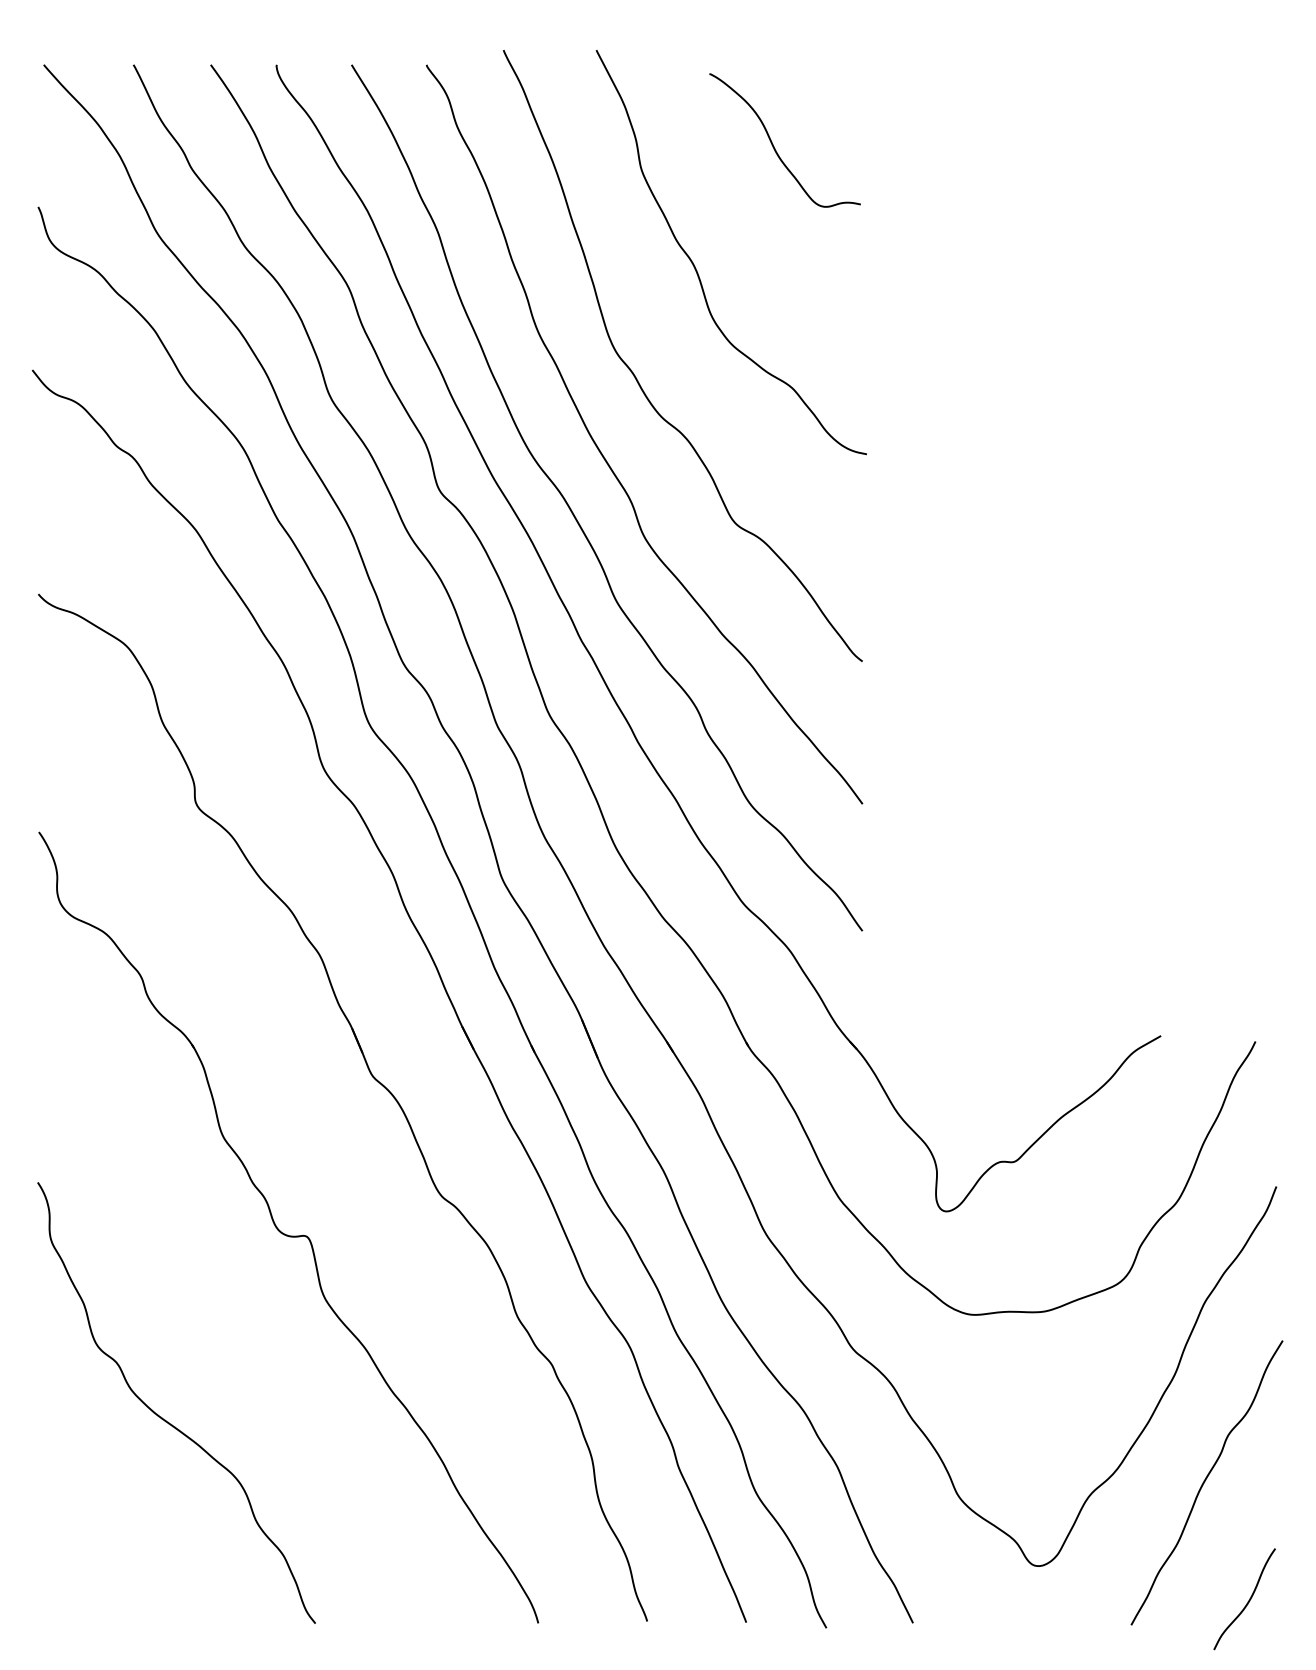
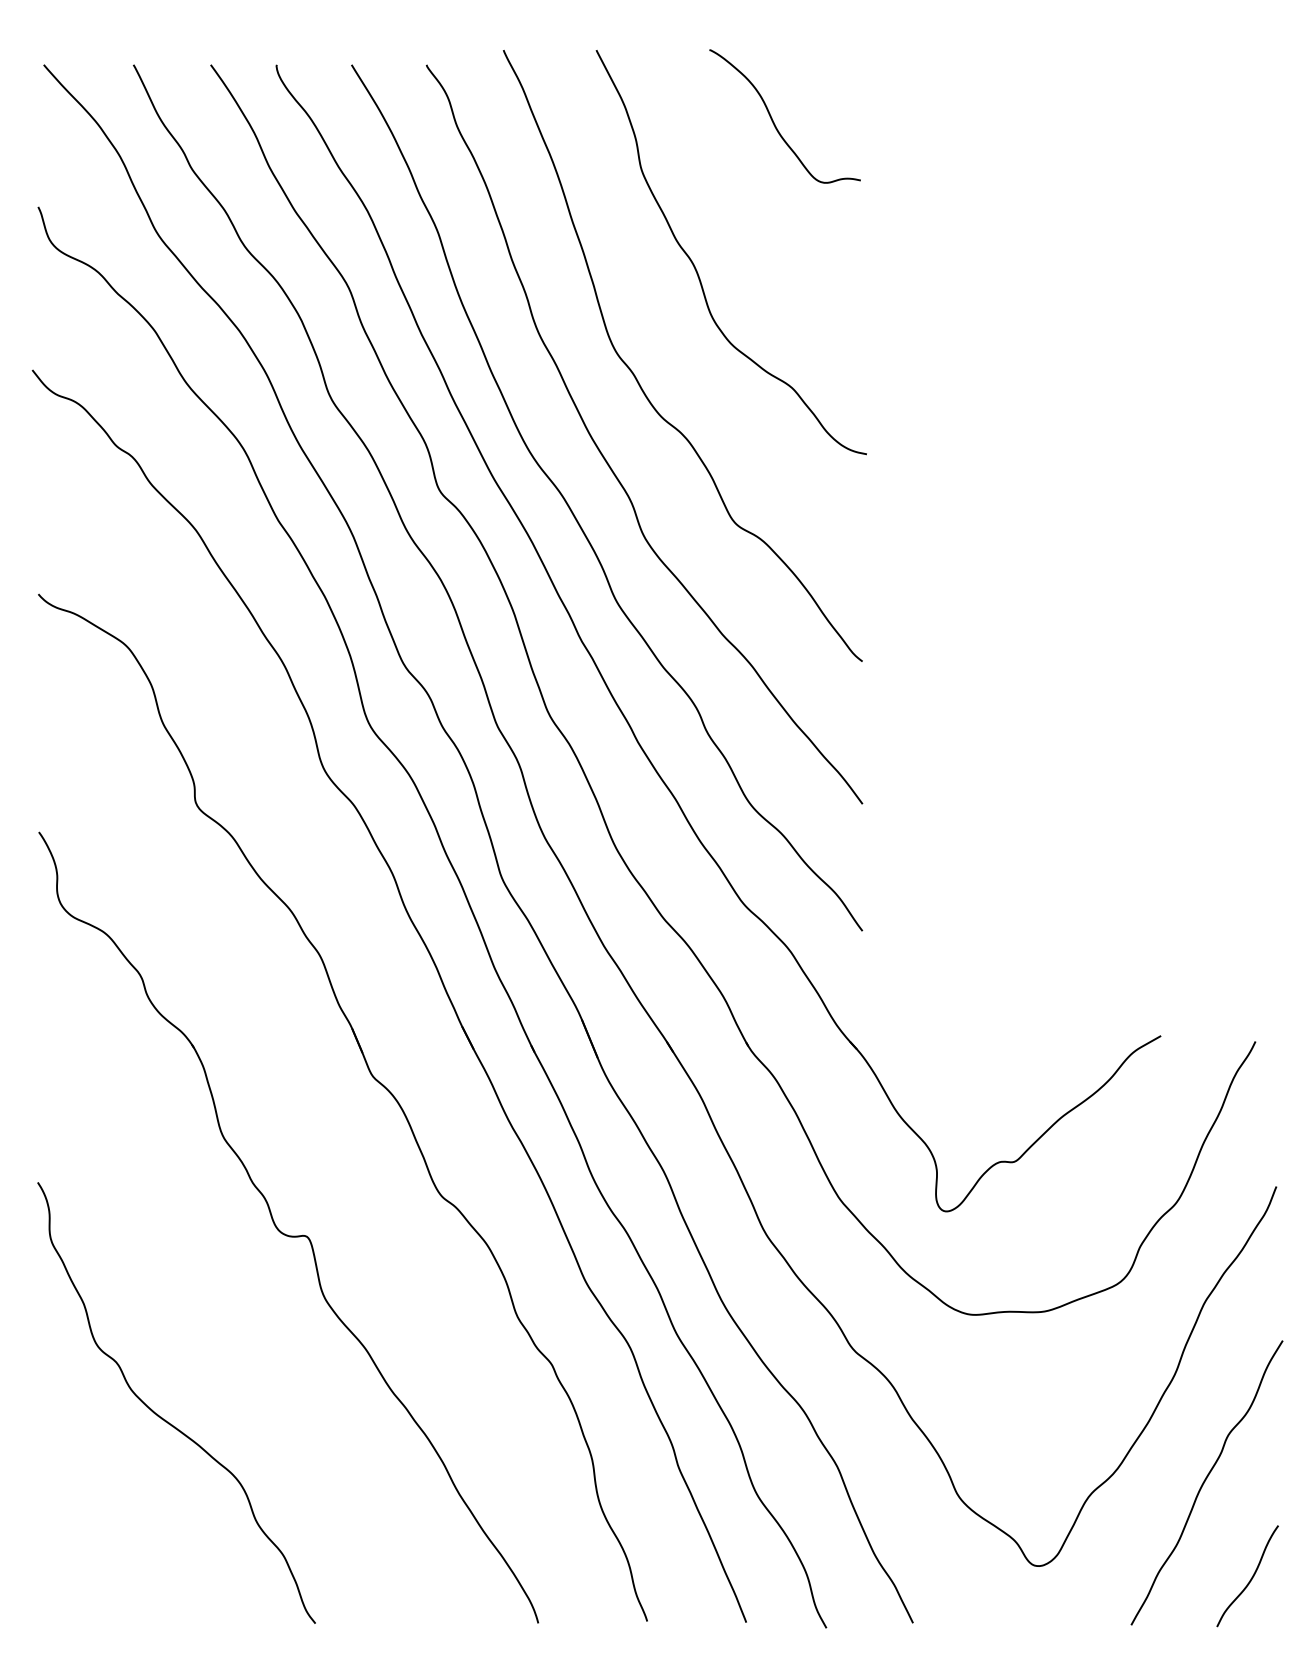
curve at (774, 146) position: (774, 146) -> (774, 122)
curve at (1247, 1601) position: (1247, 1601) -> (1250, 1578)
